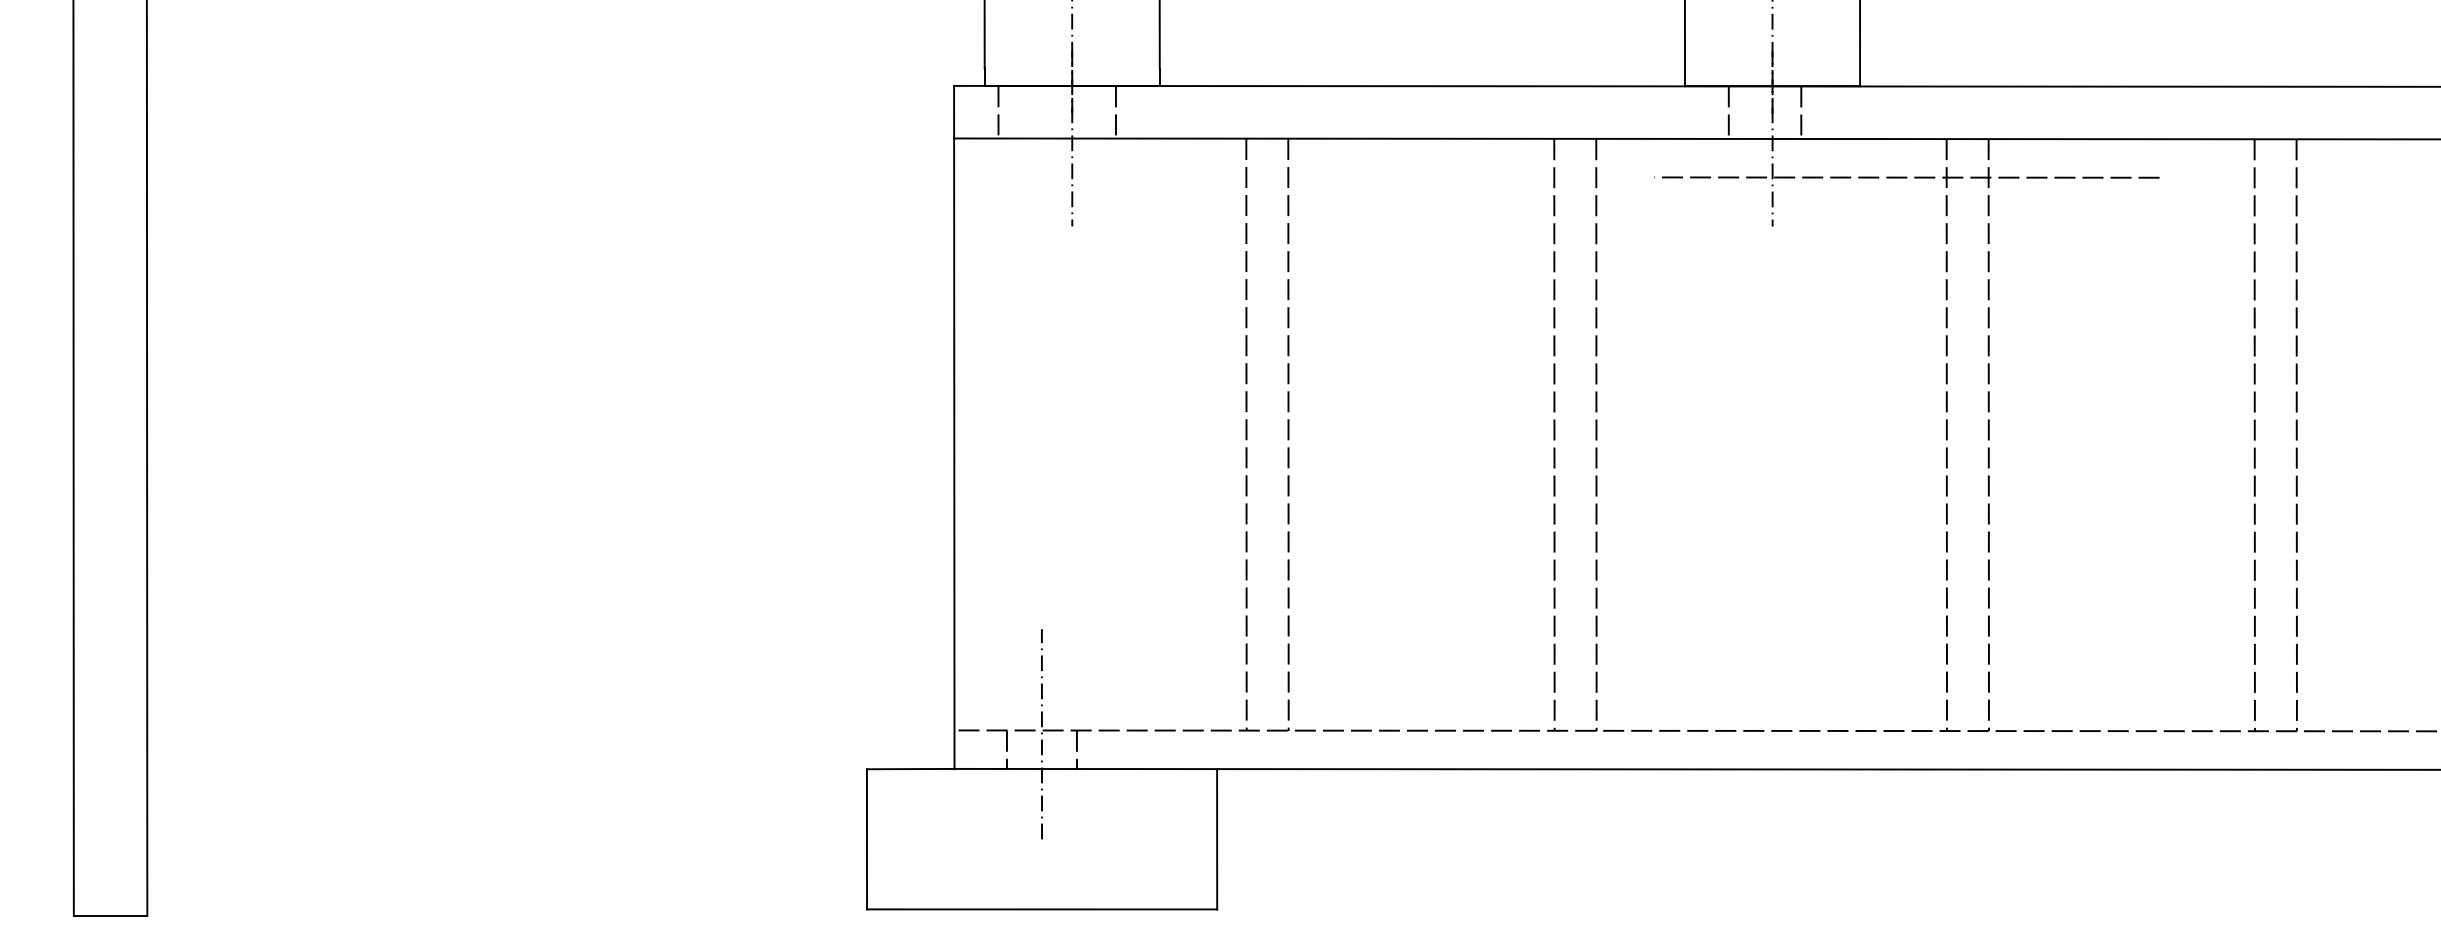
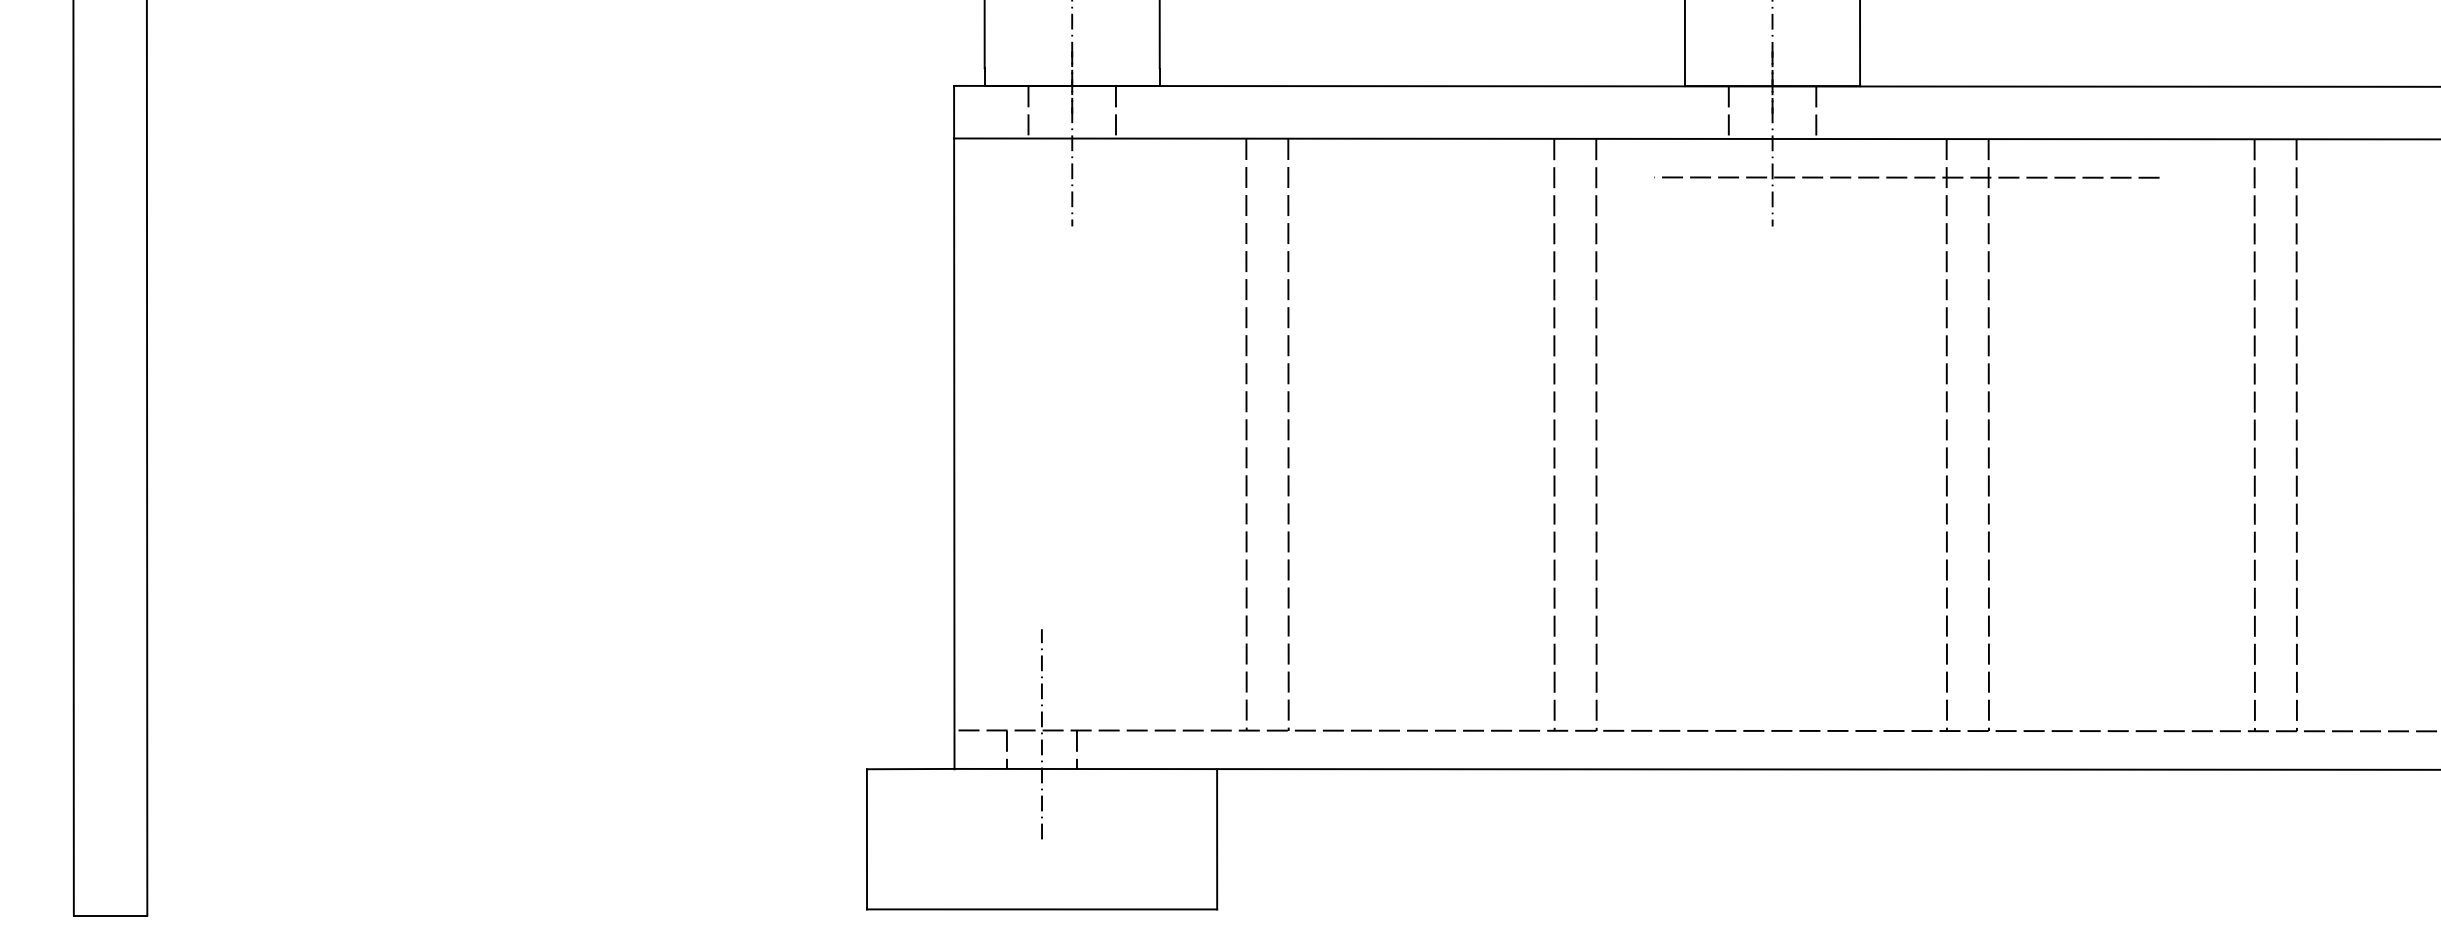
line at (998, 112) position: (998, 112) -> (1028, 112)
line at (1801, 112) position: (1801, 112) -> (1816, 112)
